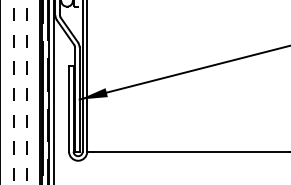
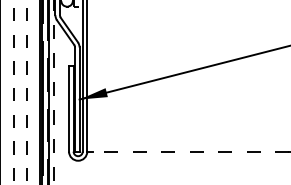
line at (54, 92): solid -> dashed
line at (190, 151): solid -> dashed
